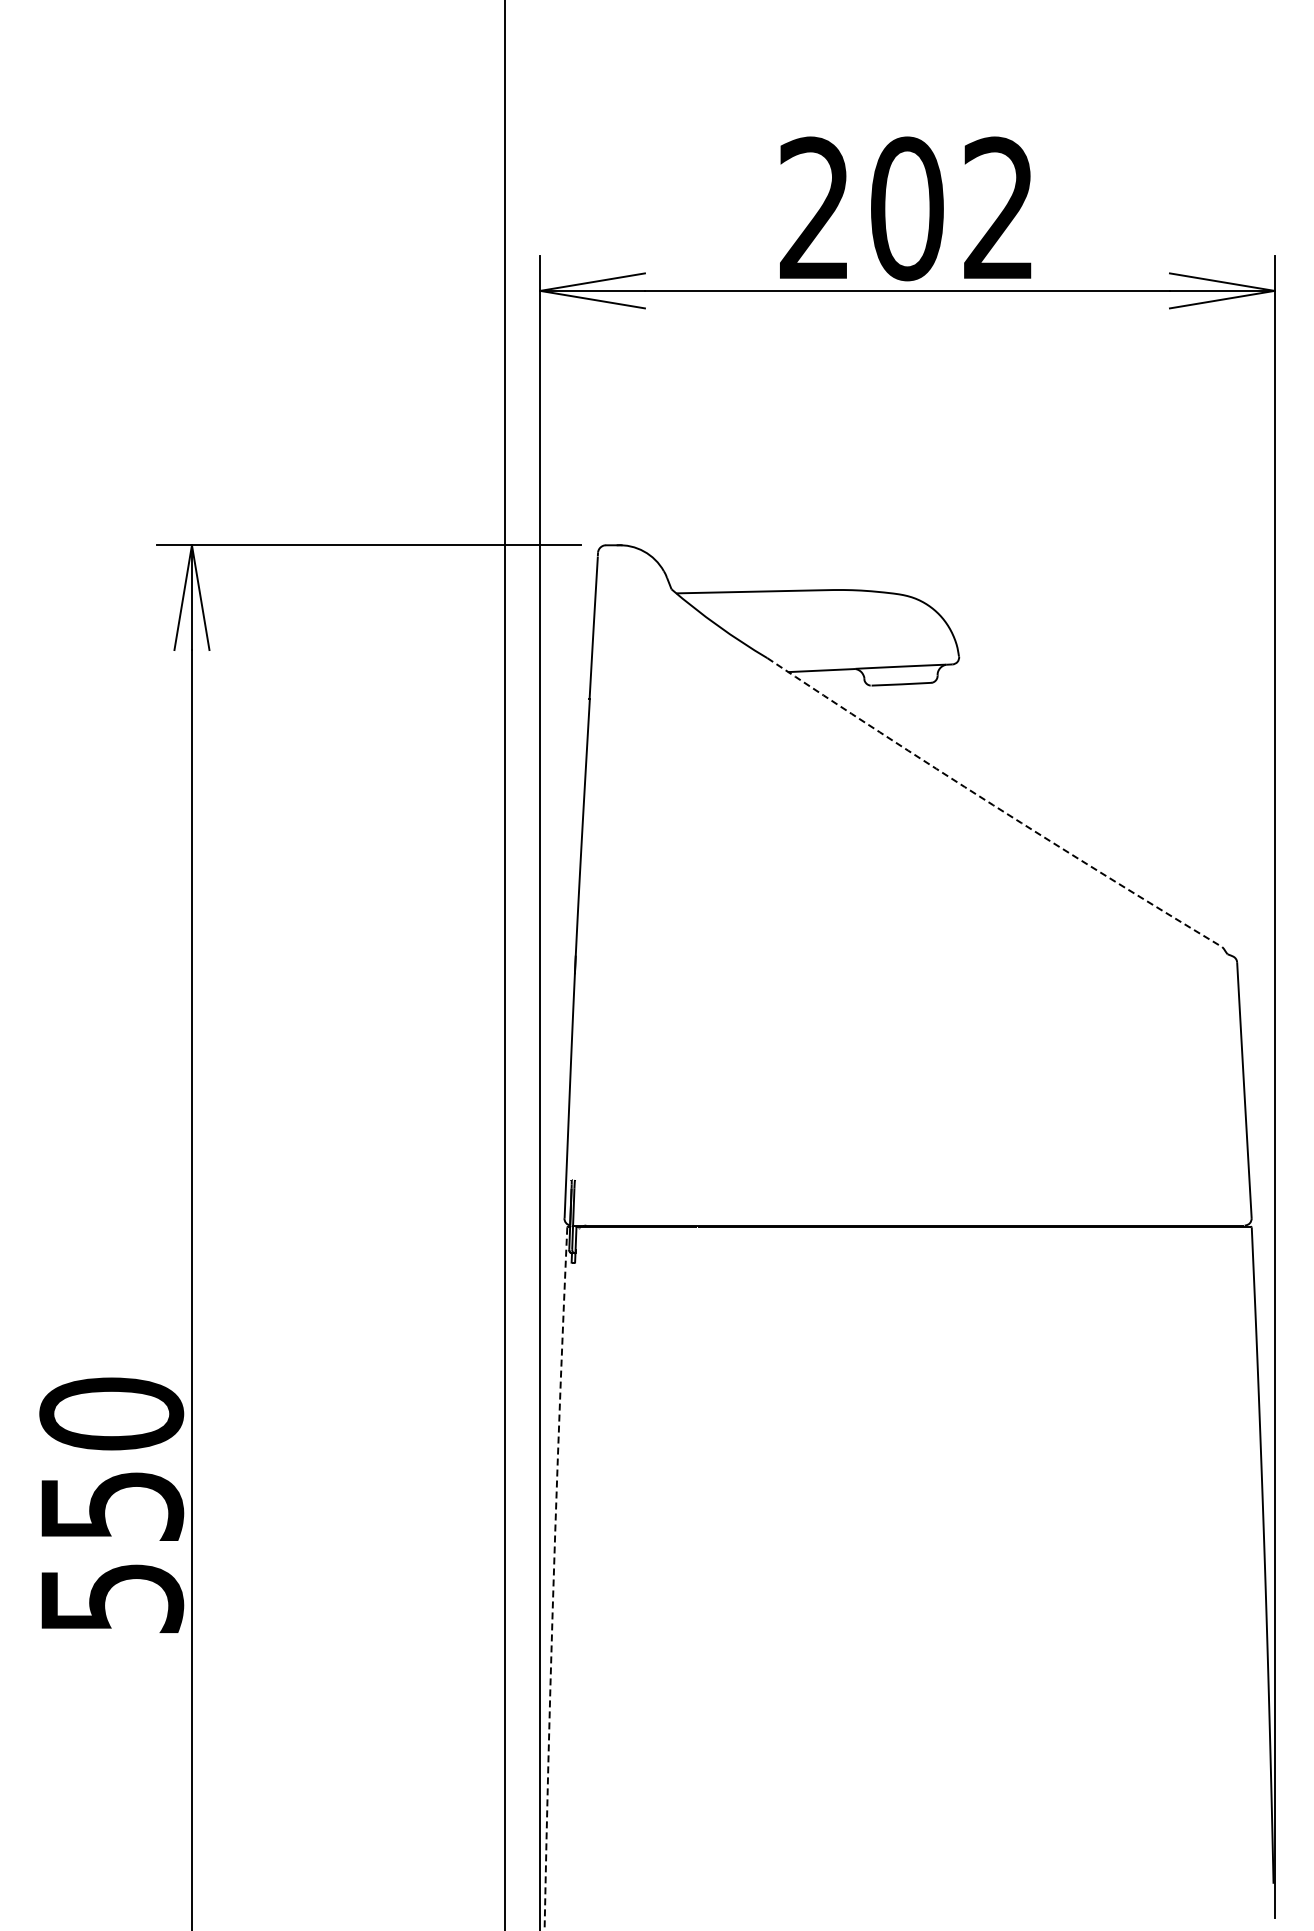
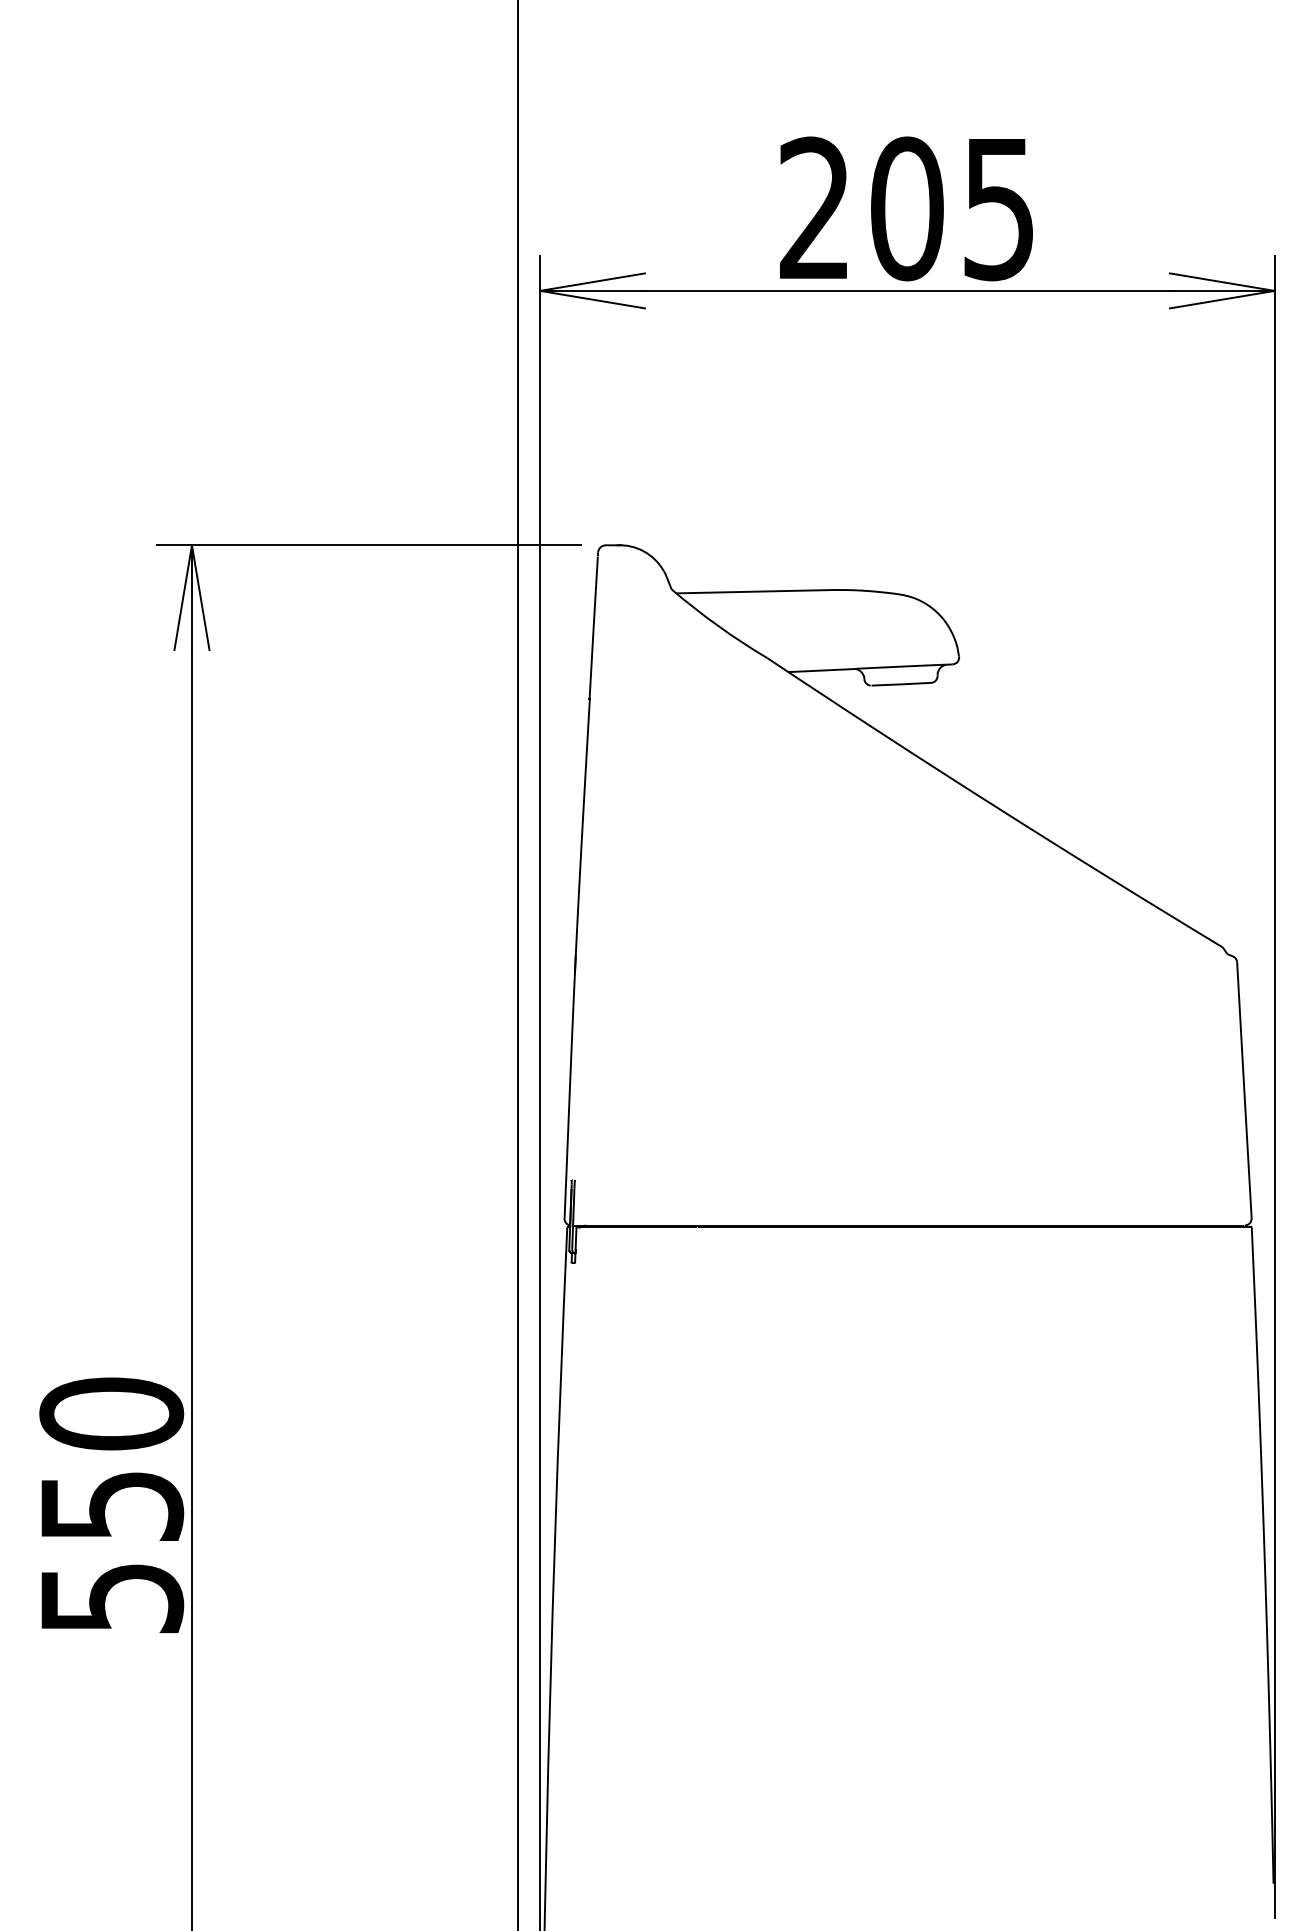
text at (998, 208): 202 -> 205
arc at (993, 805): dashed -> solid
line at (505, 964) position: (505, 964) -> (518, 964)
arc at (553, 1579): dashed -> solid
